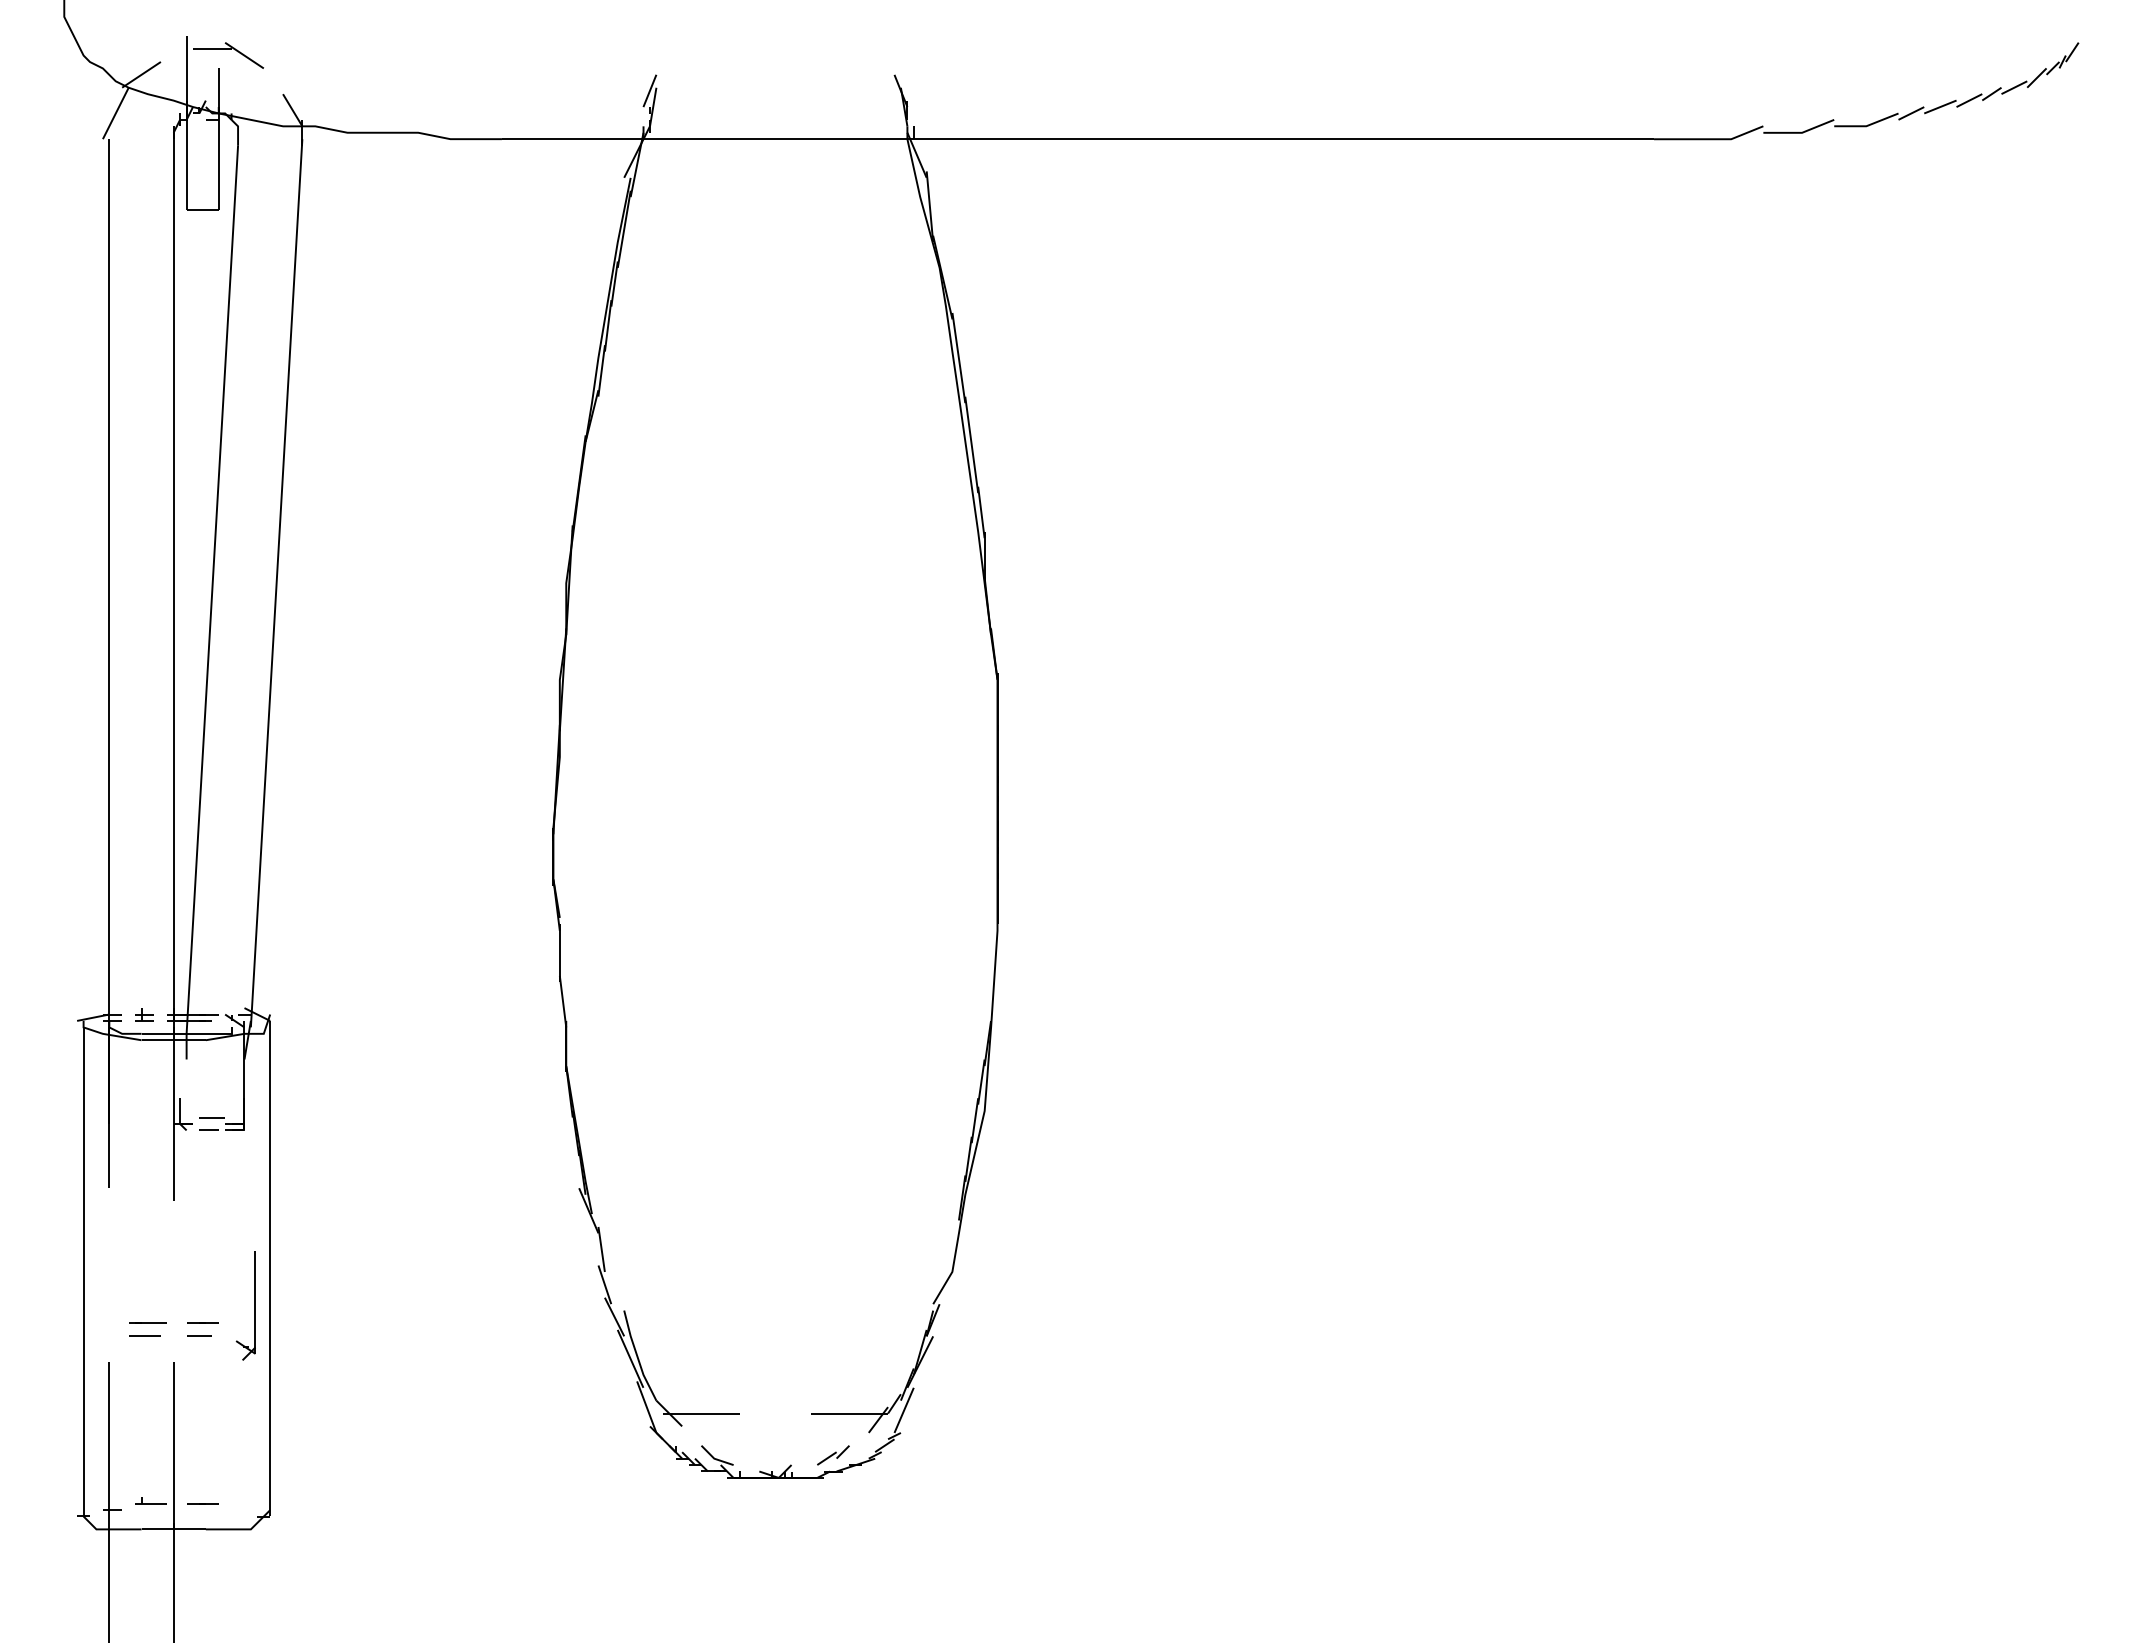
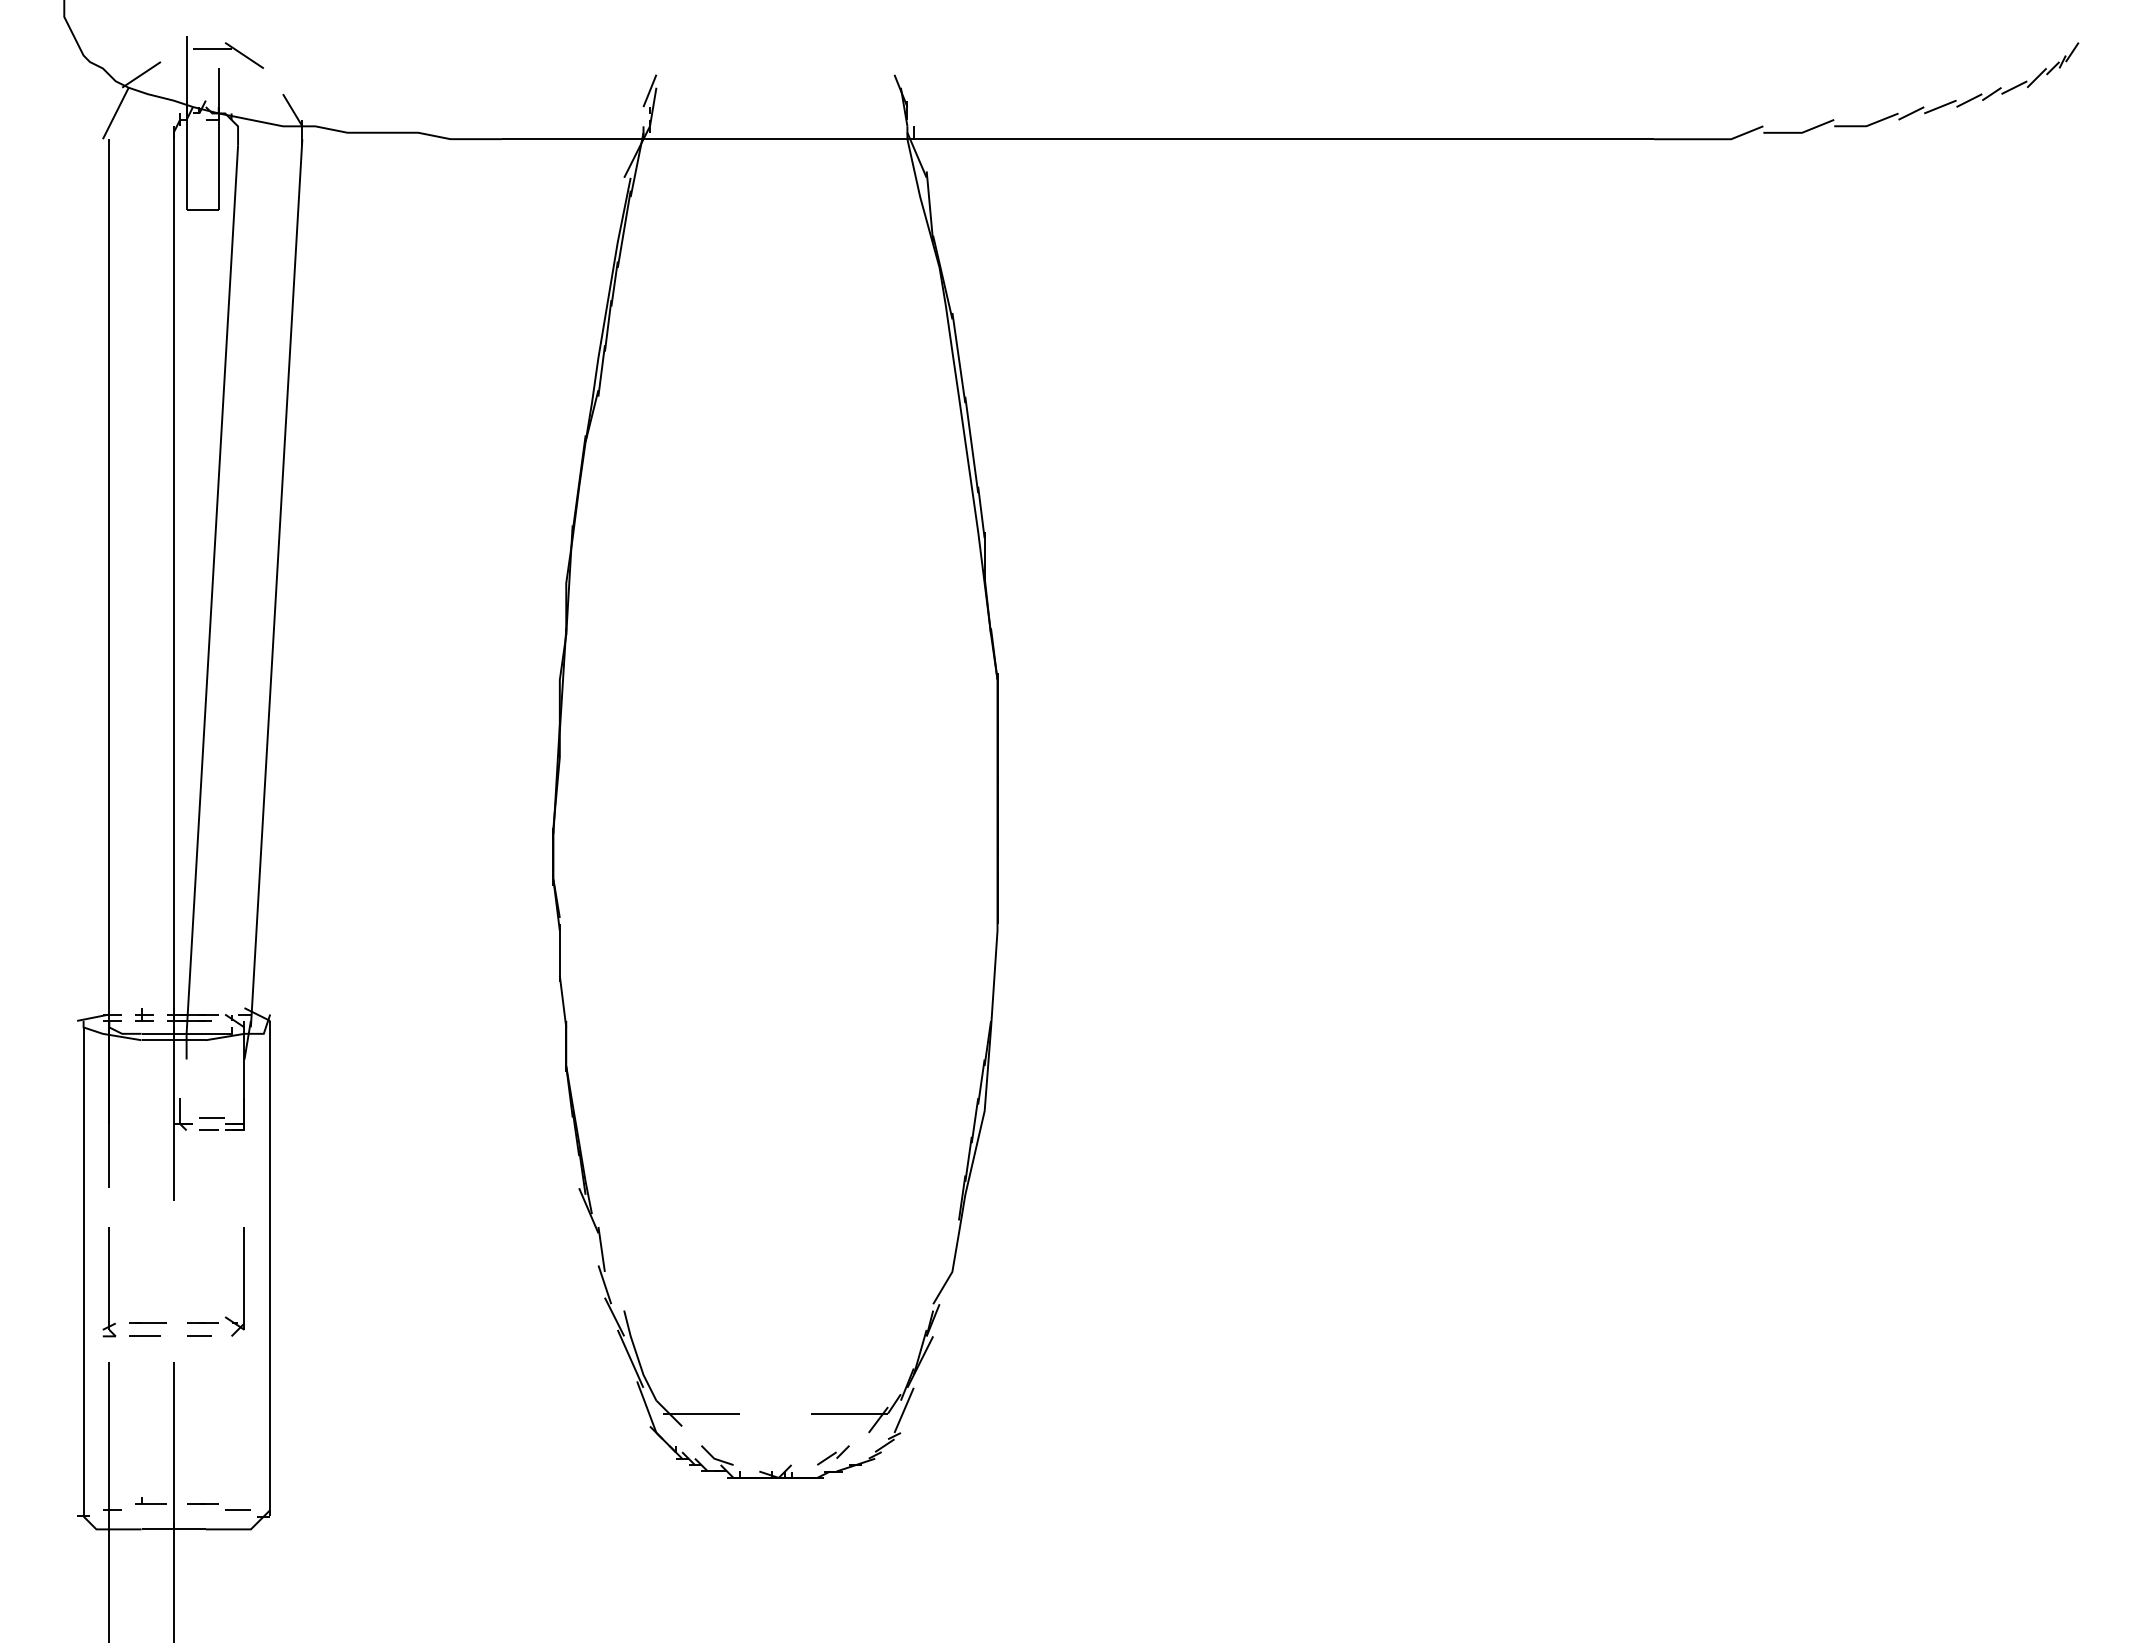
part at (109, 1282): none -> present
part at (254, 1305) position: (254, 1305) -> (243, 1281)
line at (237, 1509): none -> present
